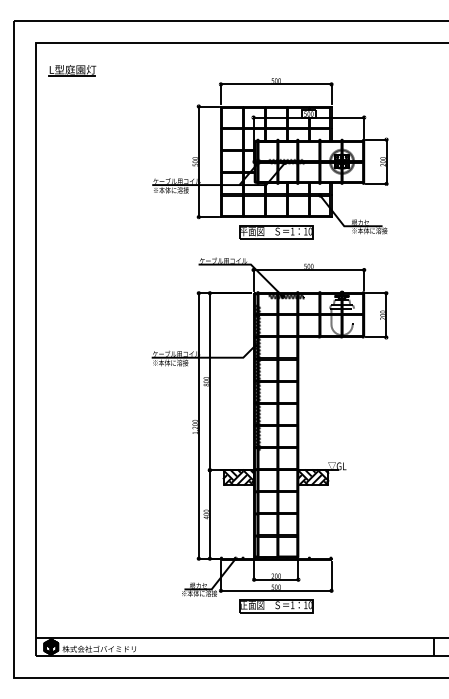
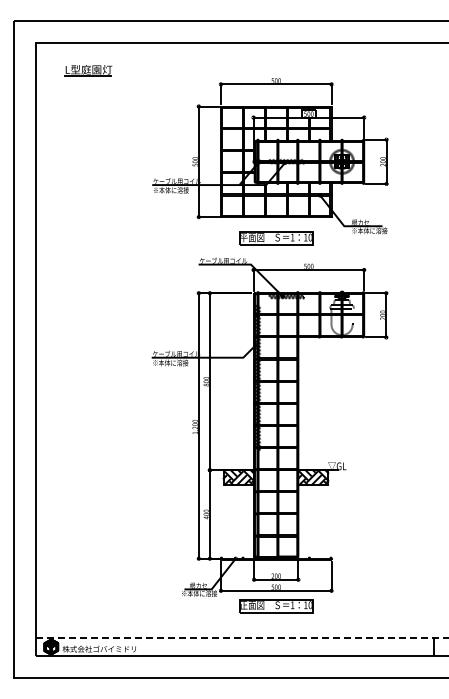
part at (72, 70) position: (72, 70) -> (88, 70)
part at (276, 232) position: (276, 232) -> (276, 238)
line at (242, 638): solid -> dashed
